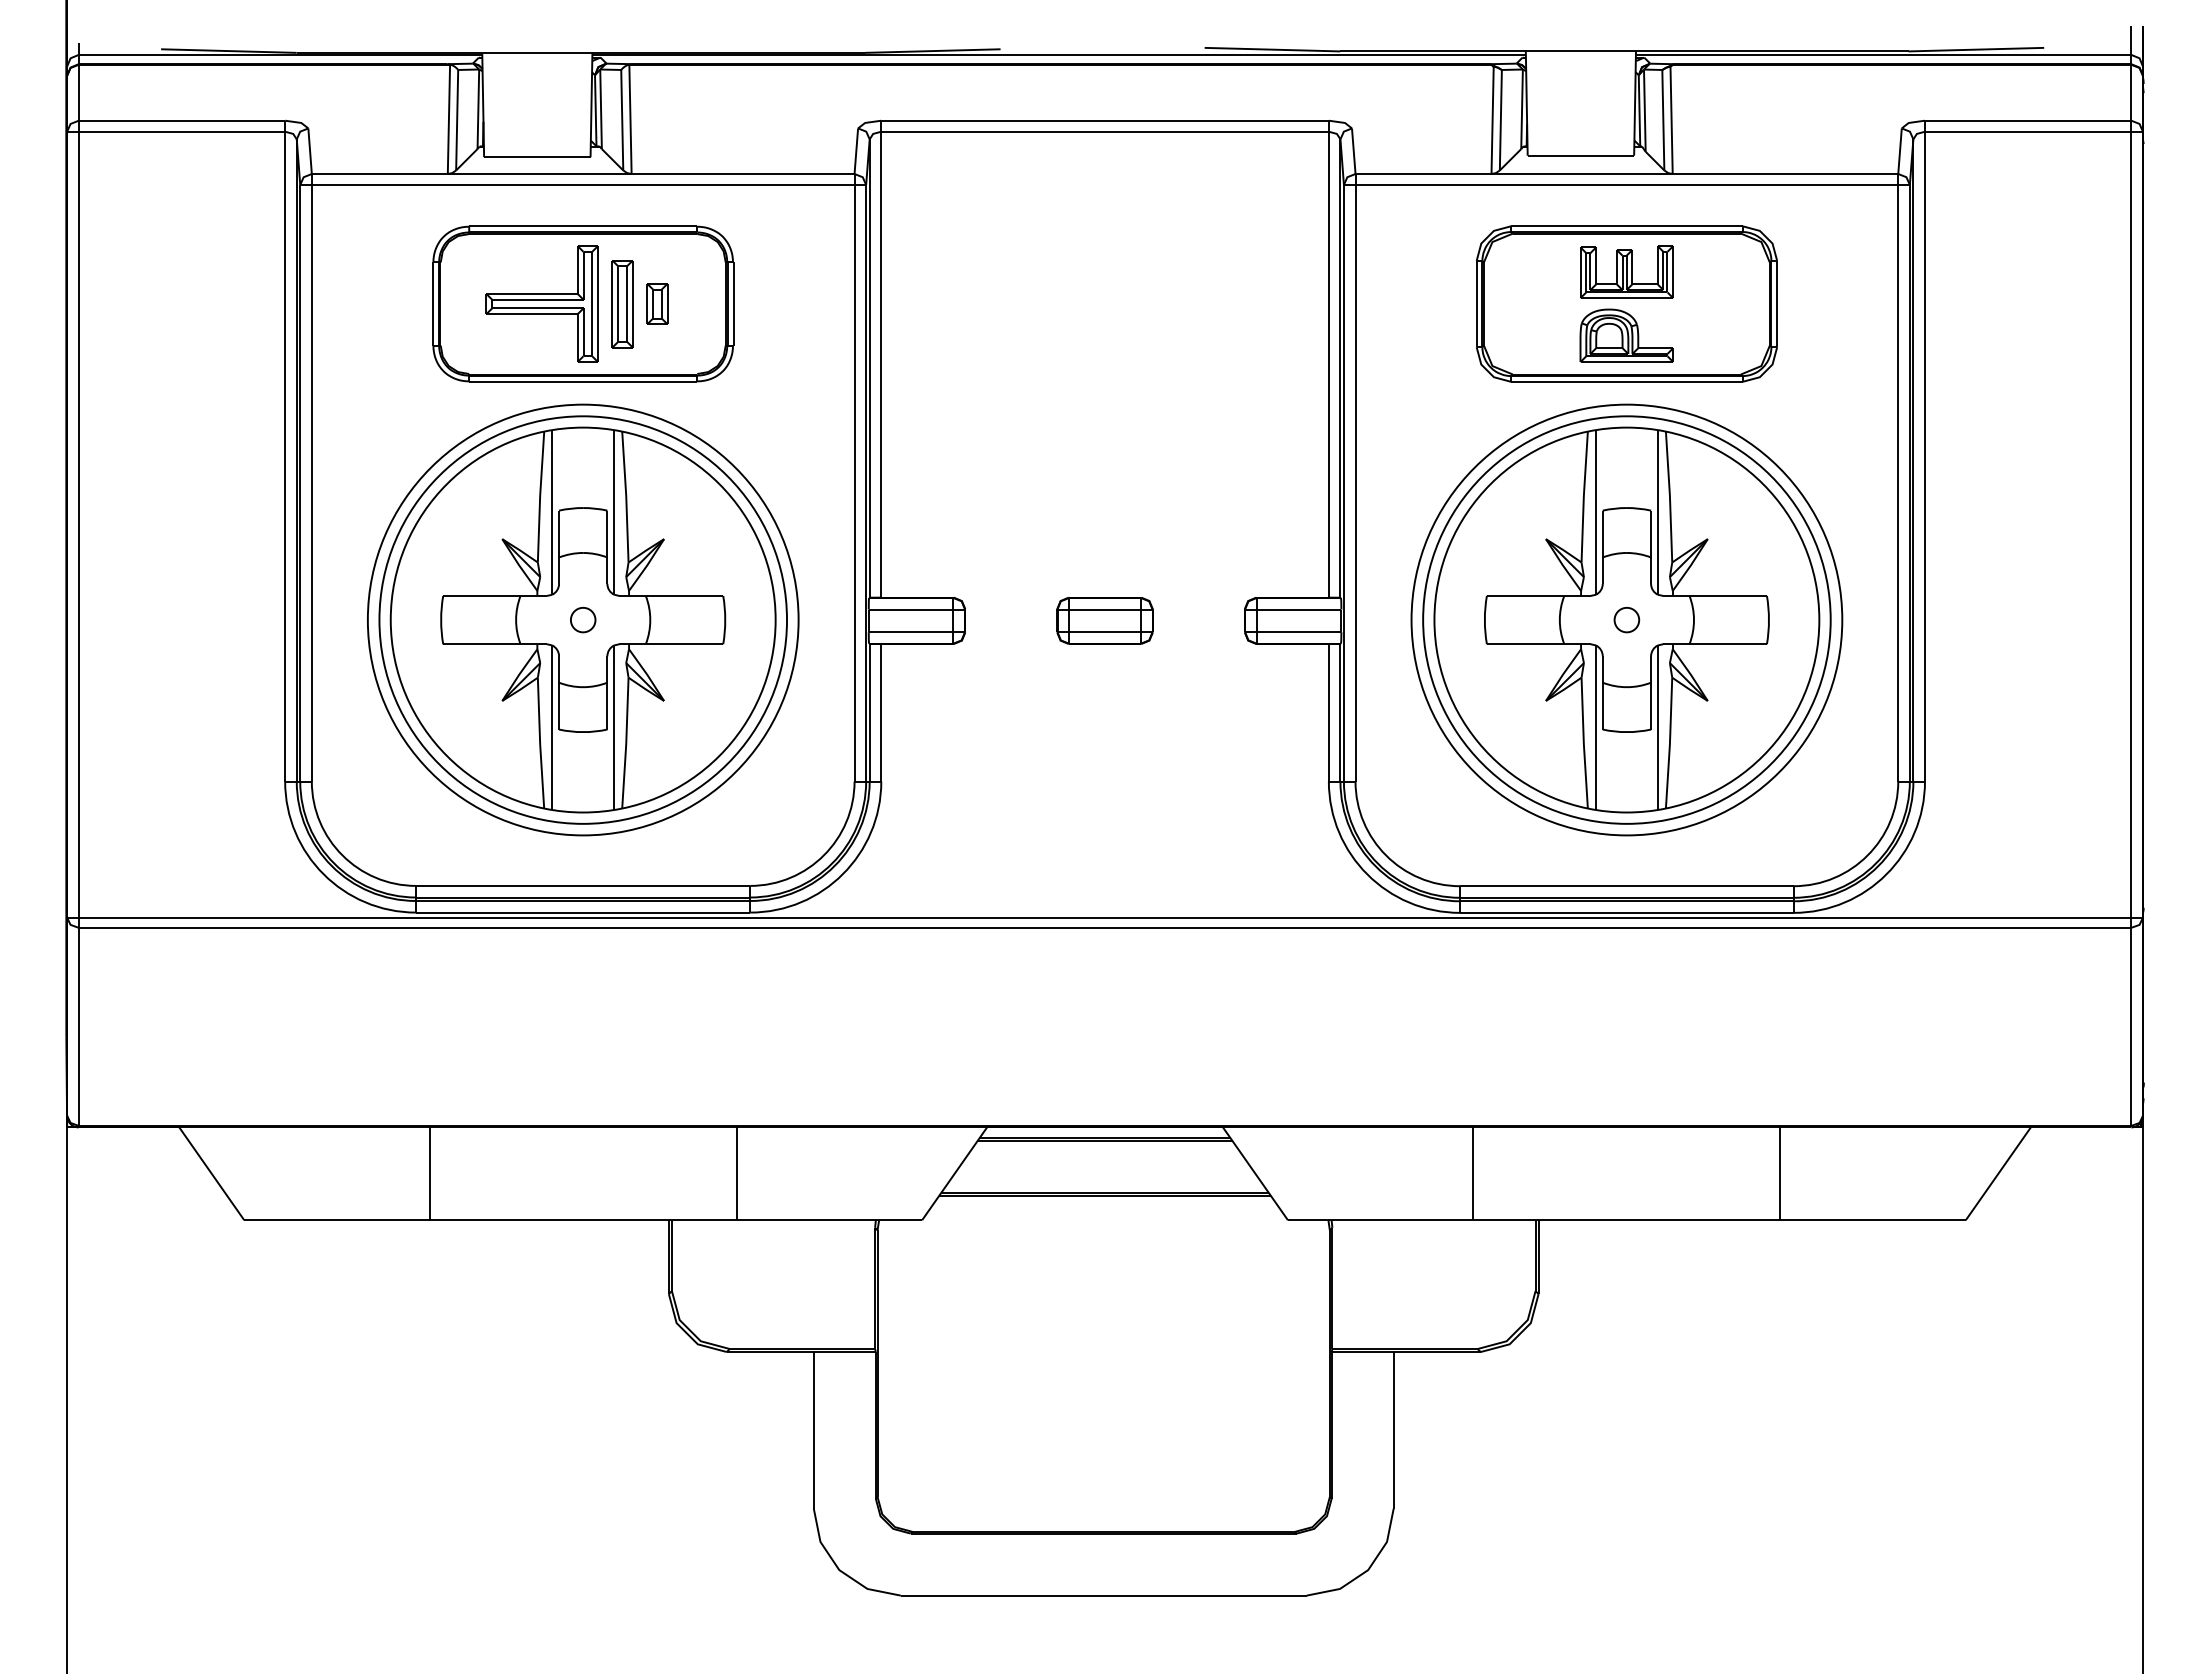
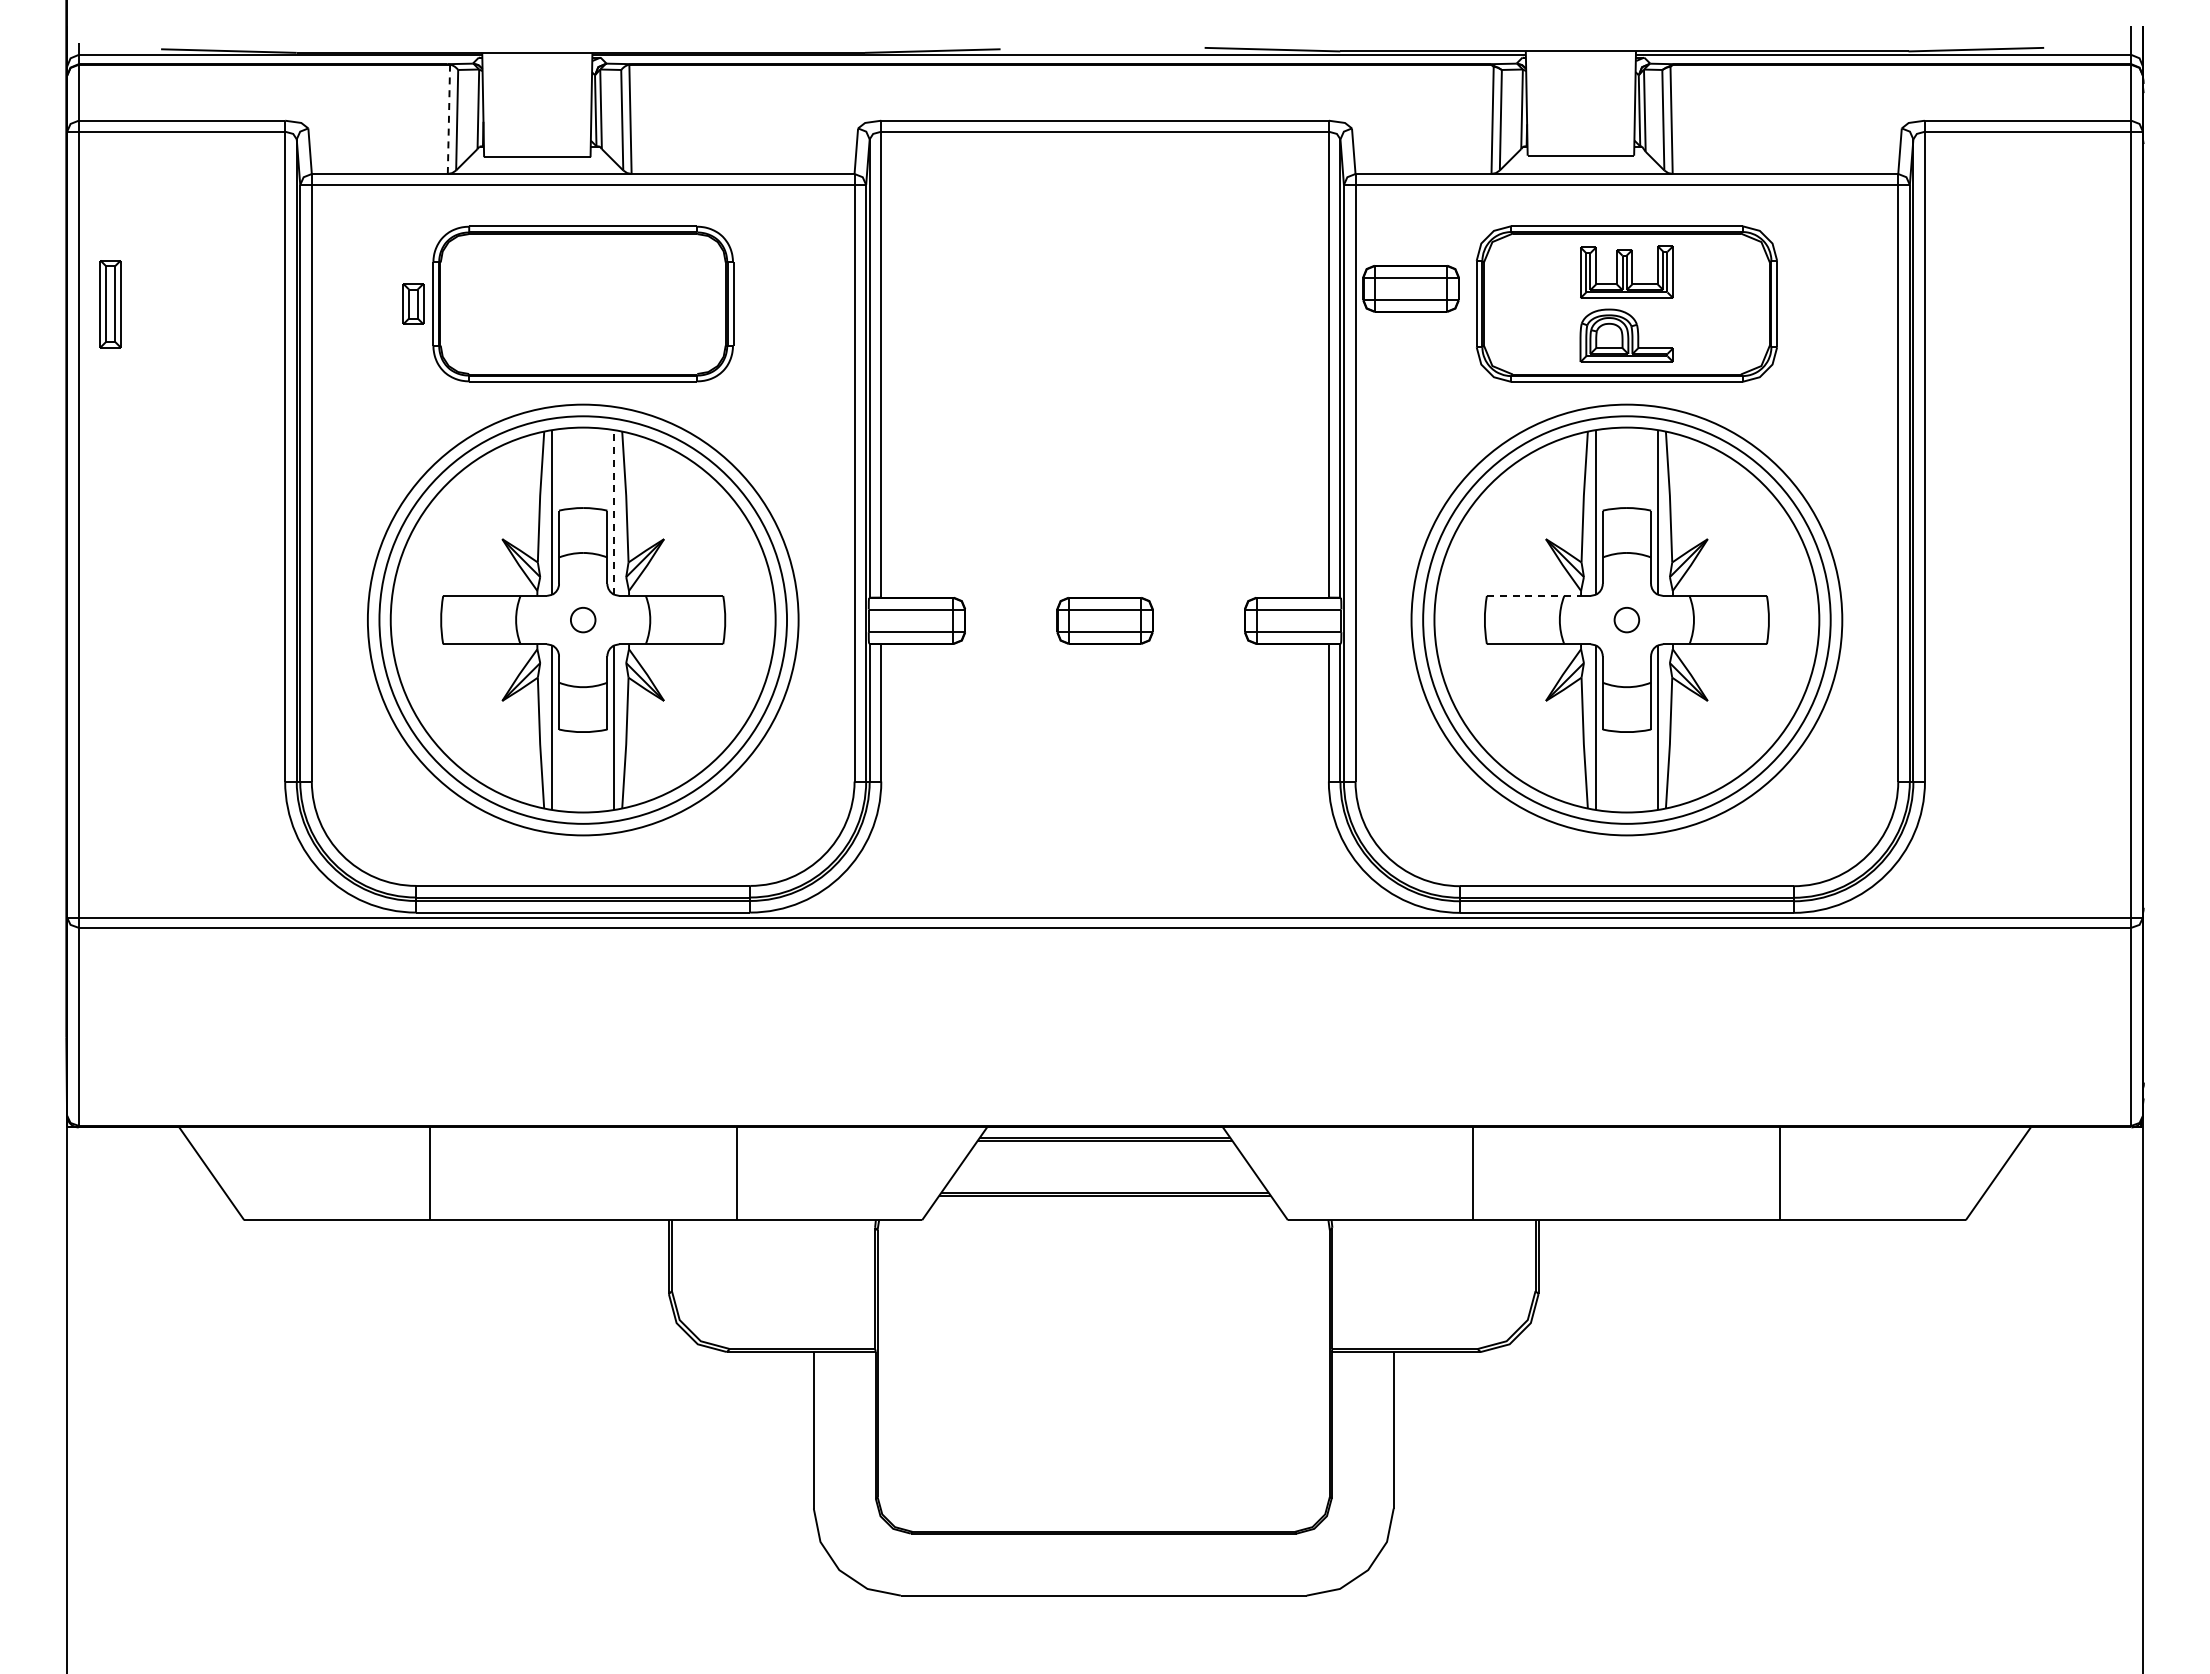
line at (448, 119): solid -> dashed
part at (1410, 288): none -> present
part at (541, 303): present -> none
part at (657, 303) position: (657, 303) -> (413, 303)
part at (622, 304) position: (622, 304) -> (110, 304)
line at (614, 511): solid -> dashed
line at (1533, 595): solid -> dashed
